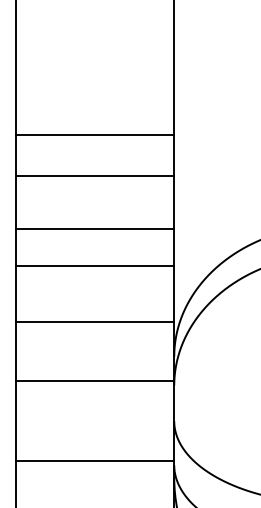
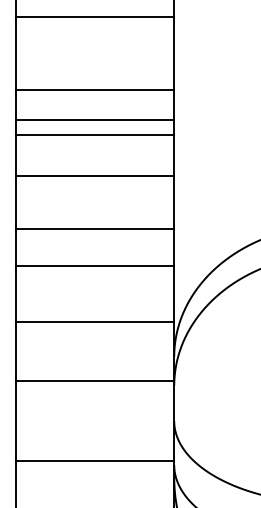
line at (94, 17): none -> present
line at (94, 89): none -> present
line at (94, 119): none -> present
